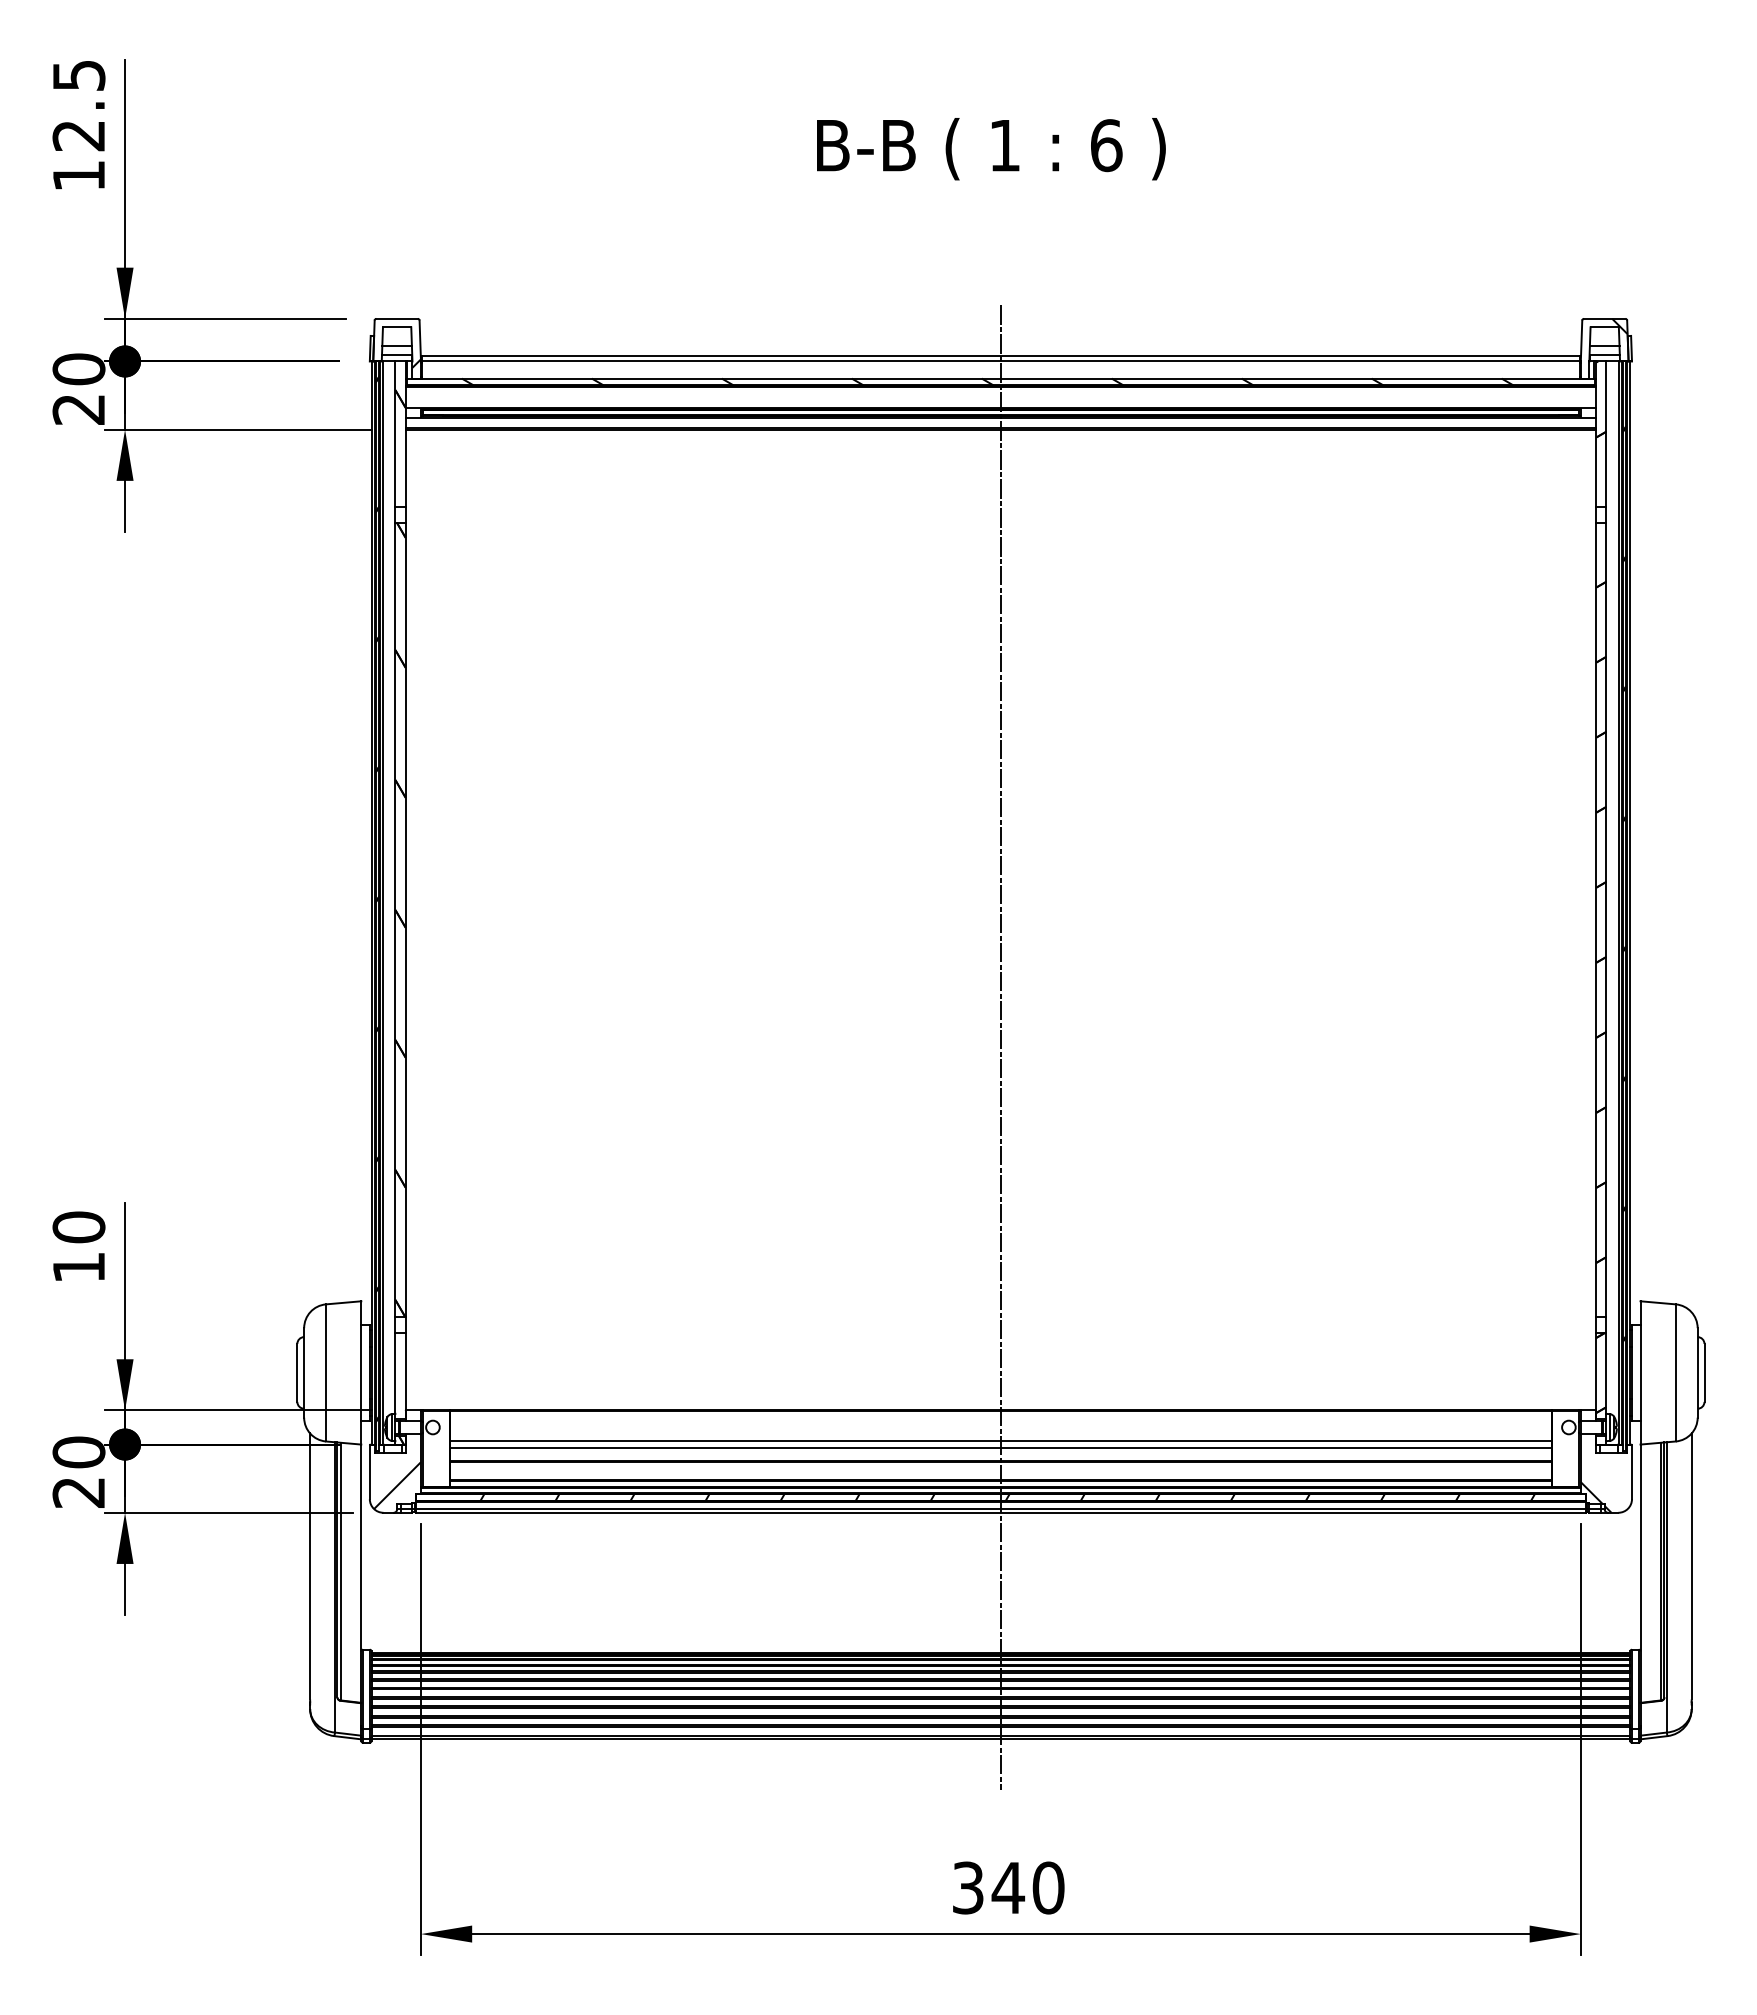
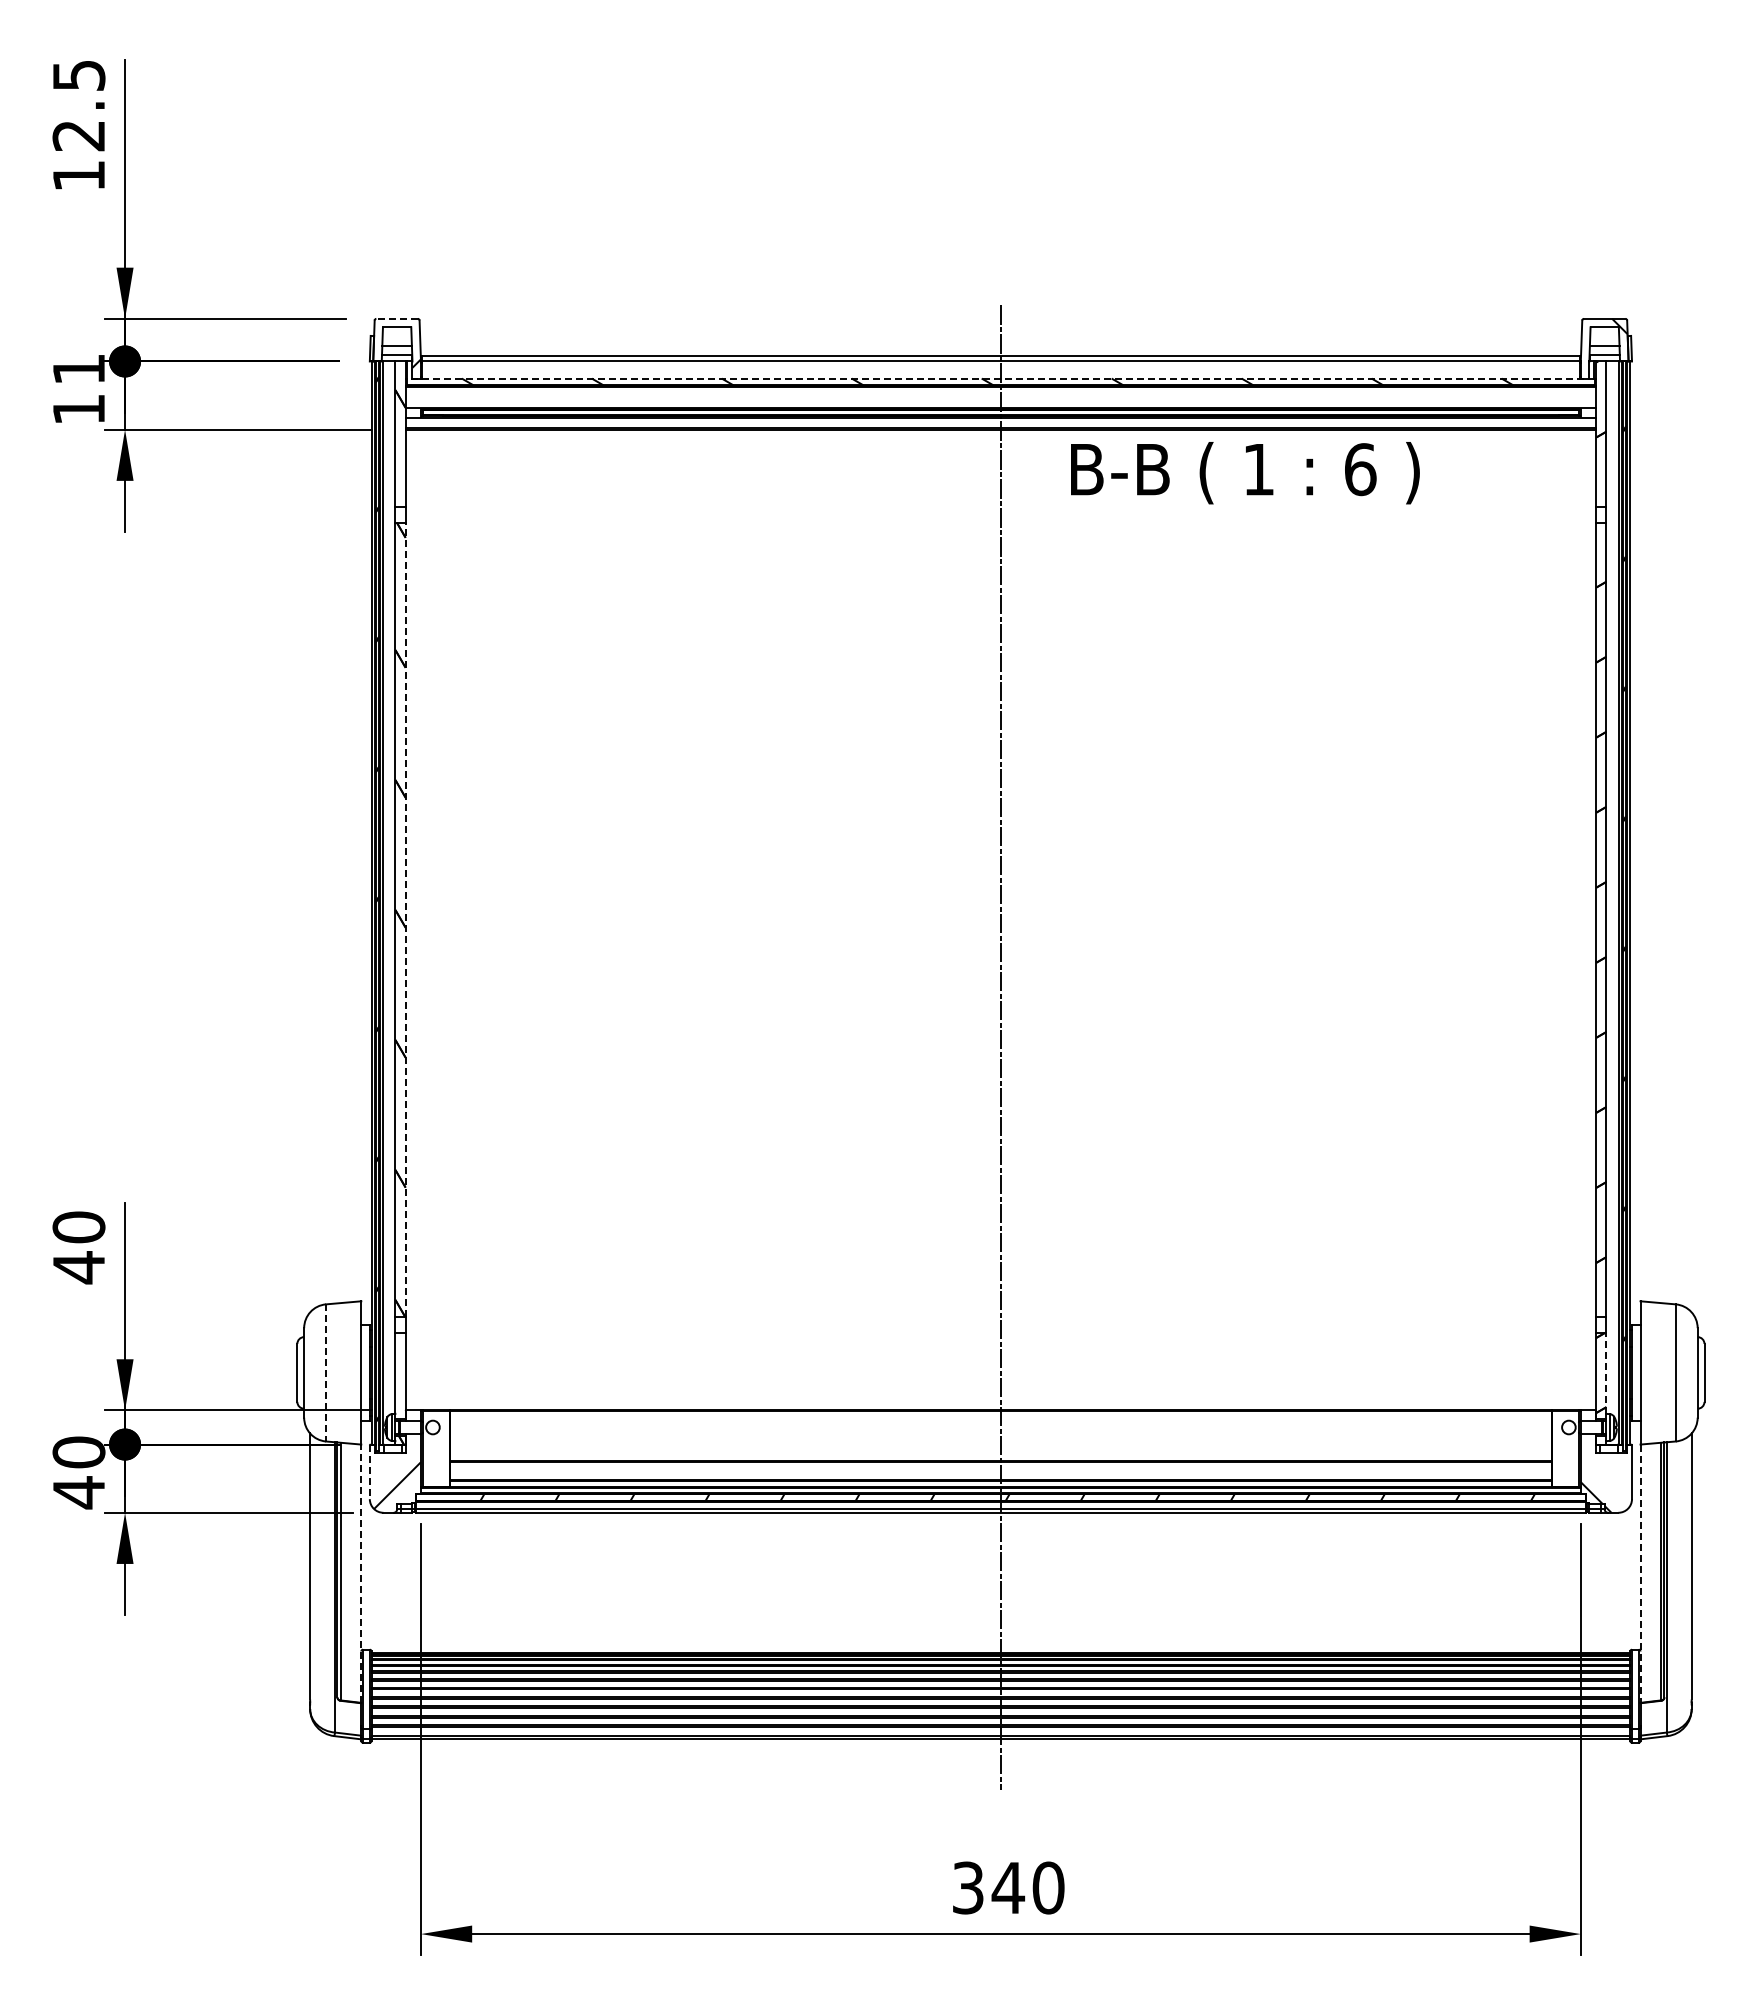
text at (991, 149) position: (991, 149) -> (1245, 473)
line at (397, 318): solid -> dashed
line at (1000, 378): solid -> dashed
text at (78, 388): 20 -> 11
line at (405, 919): solid -> dashed
text at (78, 1267): 10 -> 40
line at (325, 1372): solid -> dashed
line at (1606, 1373): solid -> dashed
line at (1000, 1441): present -> none
line at (1000, 1447): present -> none
line at (369, 1472): solid -> dashed
text at (78, 1492): 20 -> 40
line at (361, 1573): solid -> dashed
line at (1640, 1574): solid -> dashed
